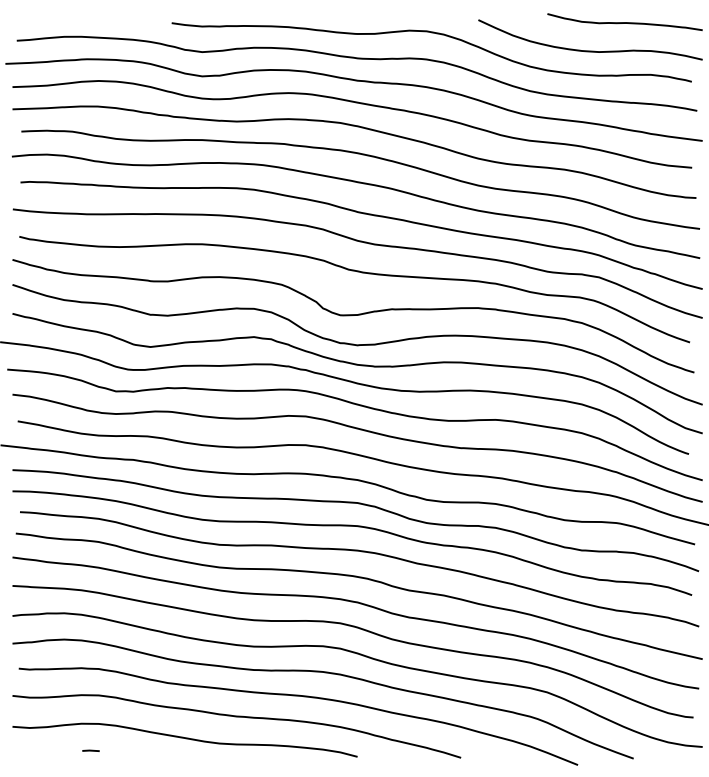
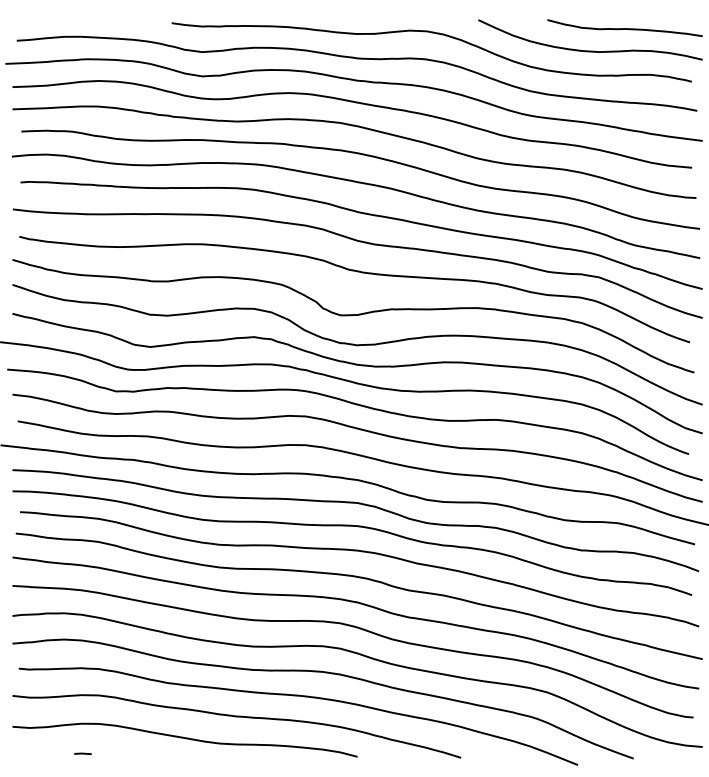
curve at (624, 22) position: (624, 22) -> (624, 28)
line at (90, 750) position: (90, 750) -> (82, 753)
